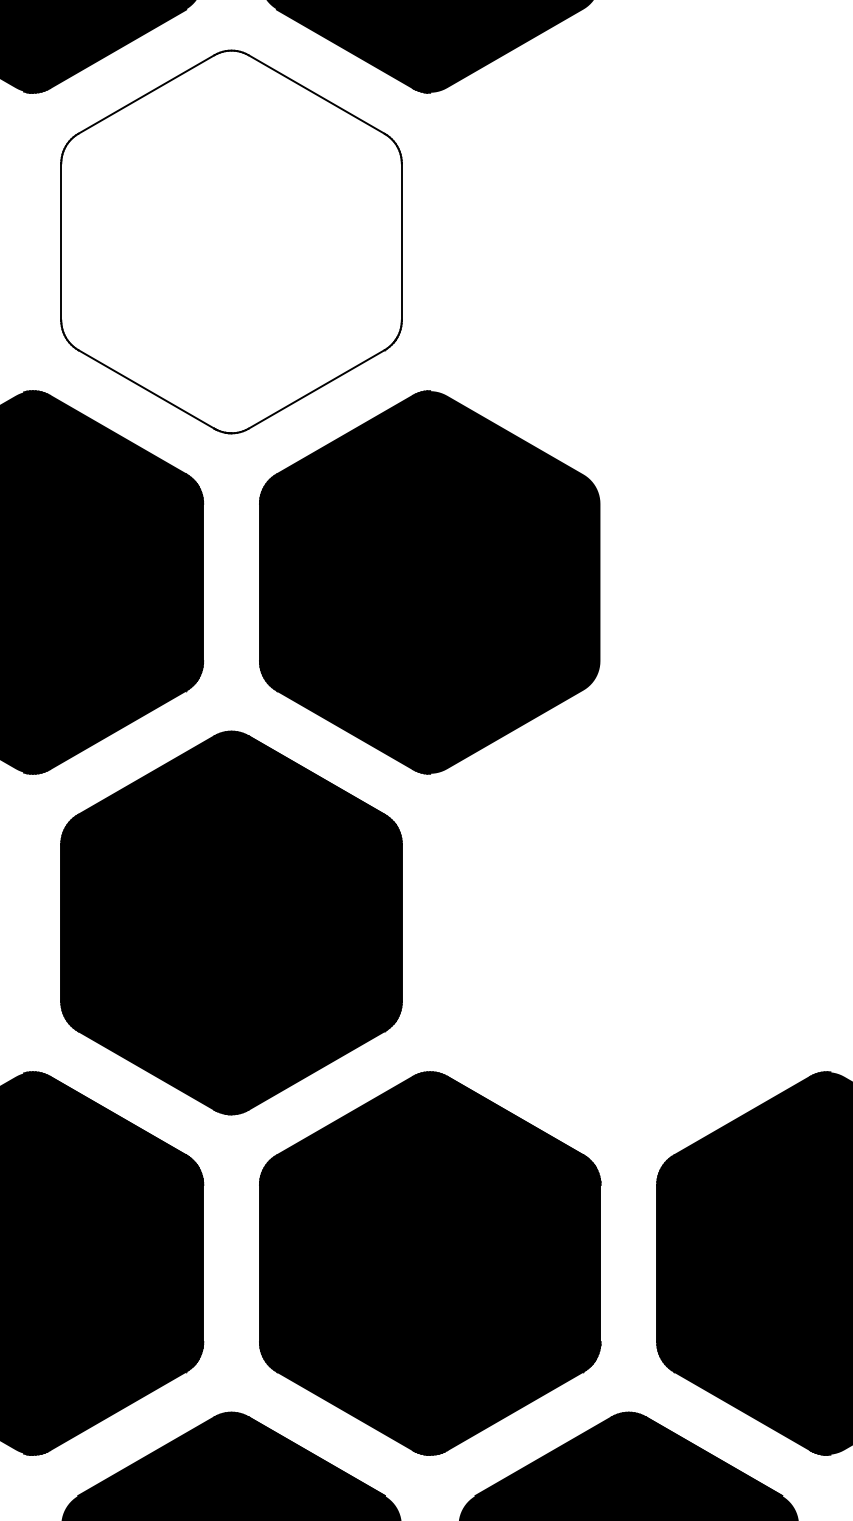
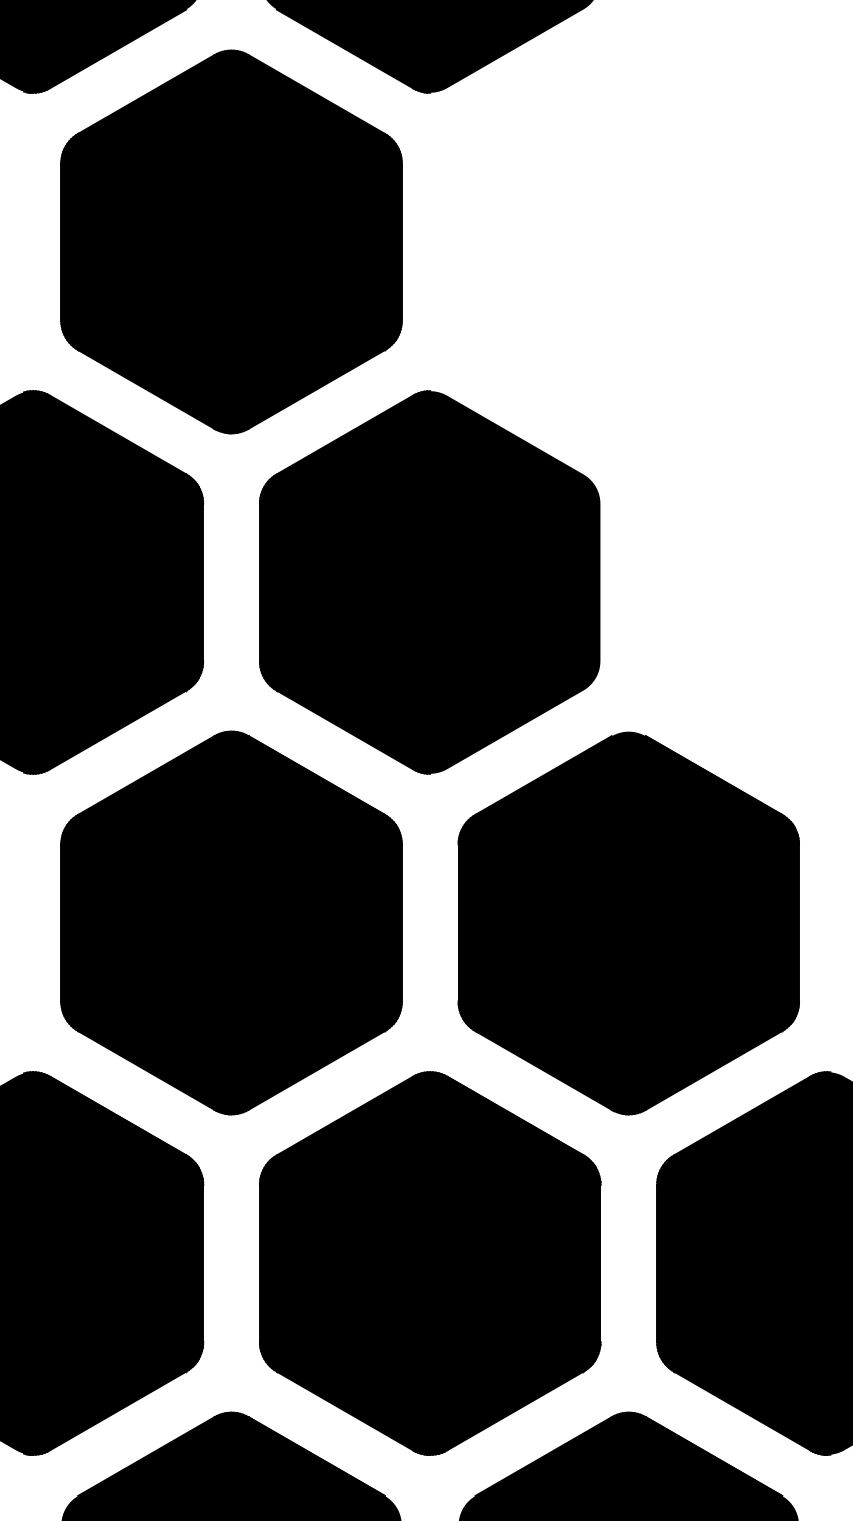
fill at (231, 241): none -> present
part at (628, 923): none -> present
